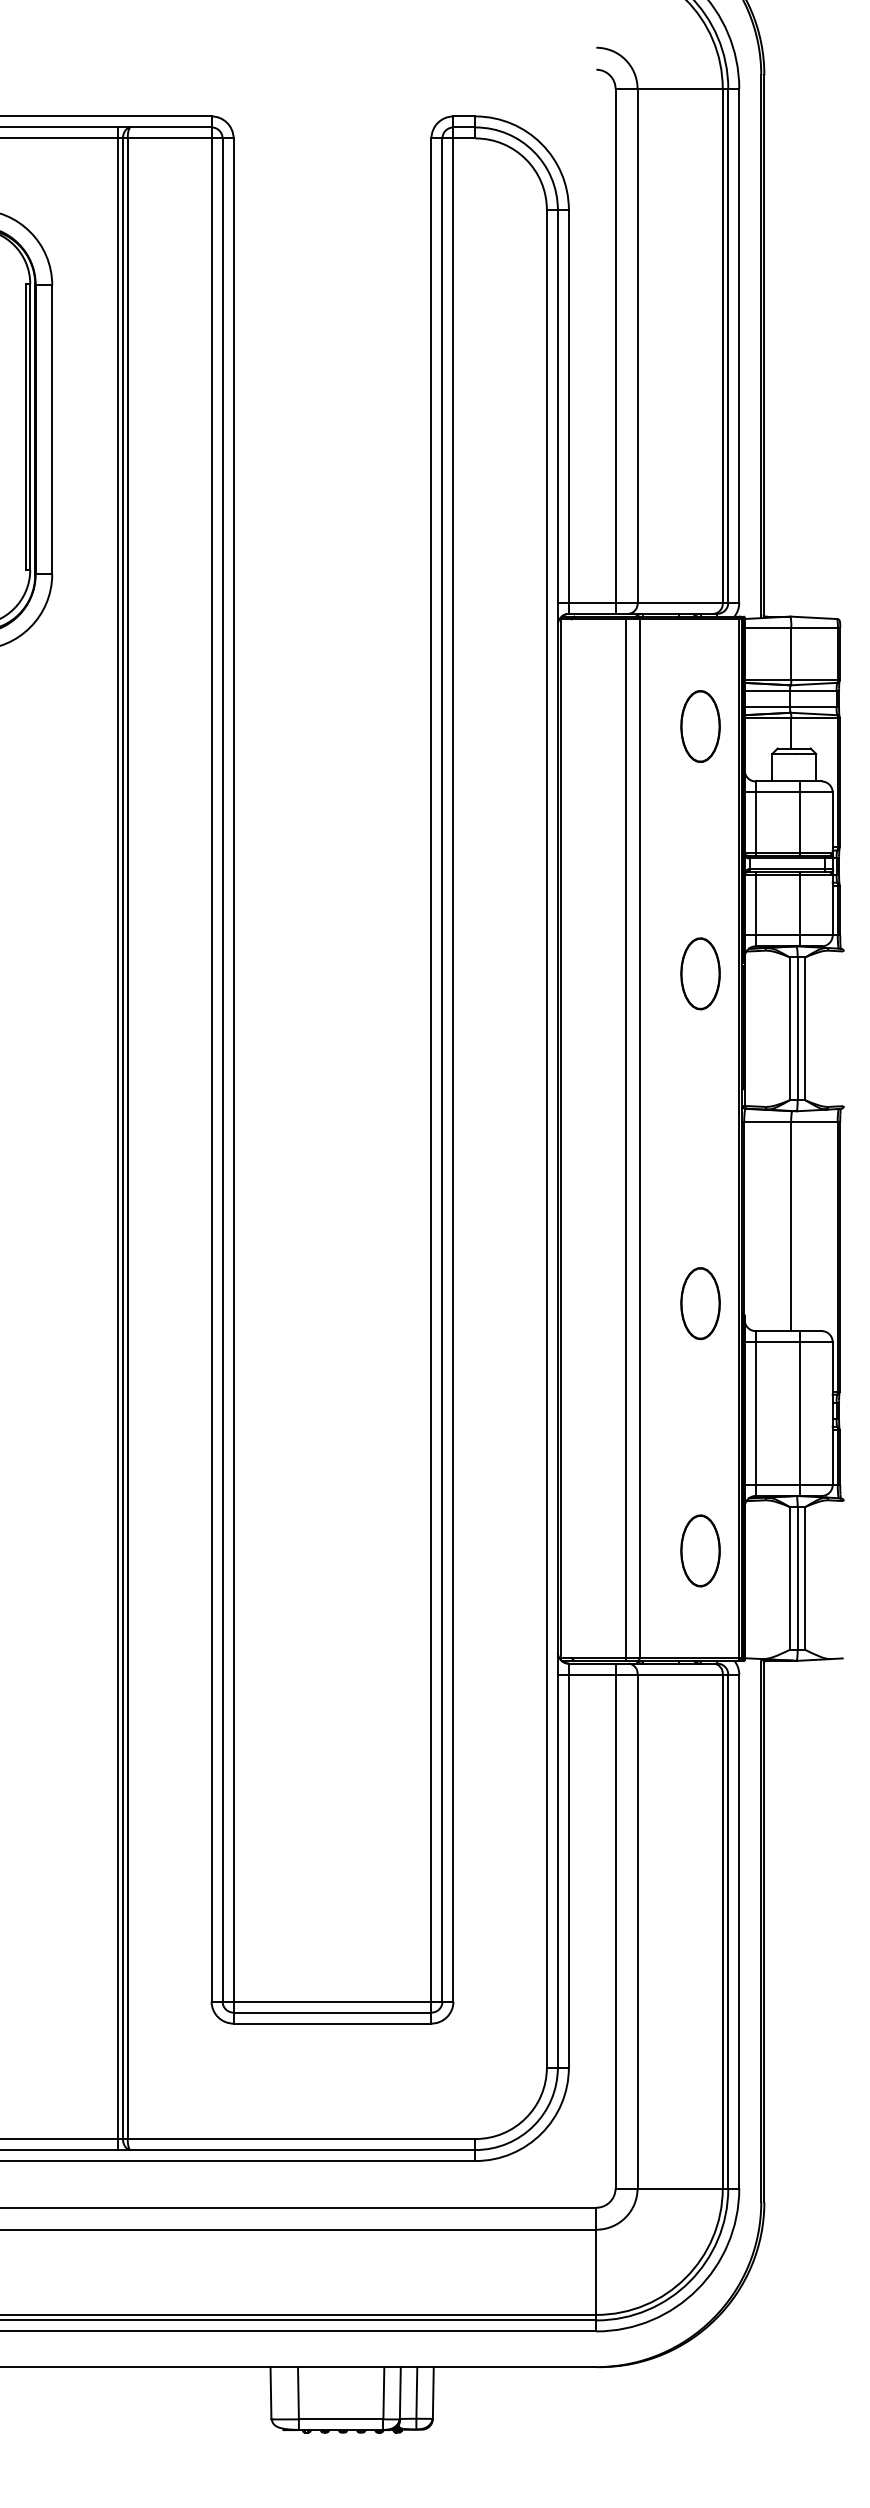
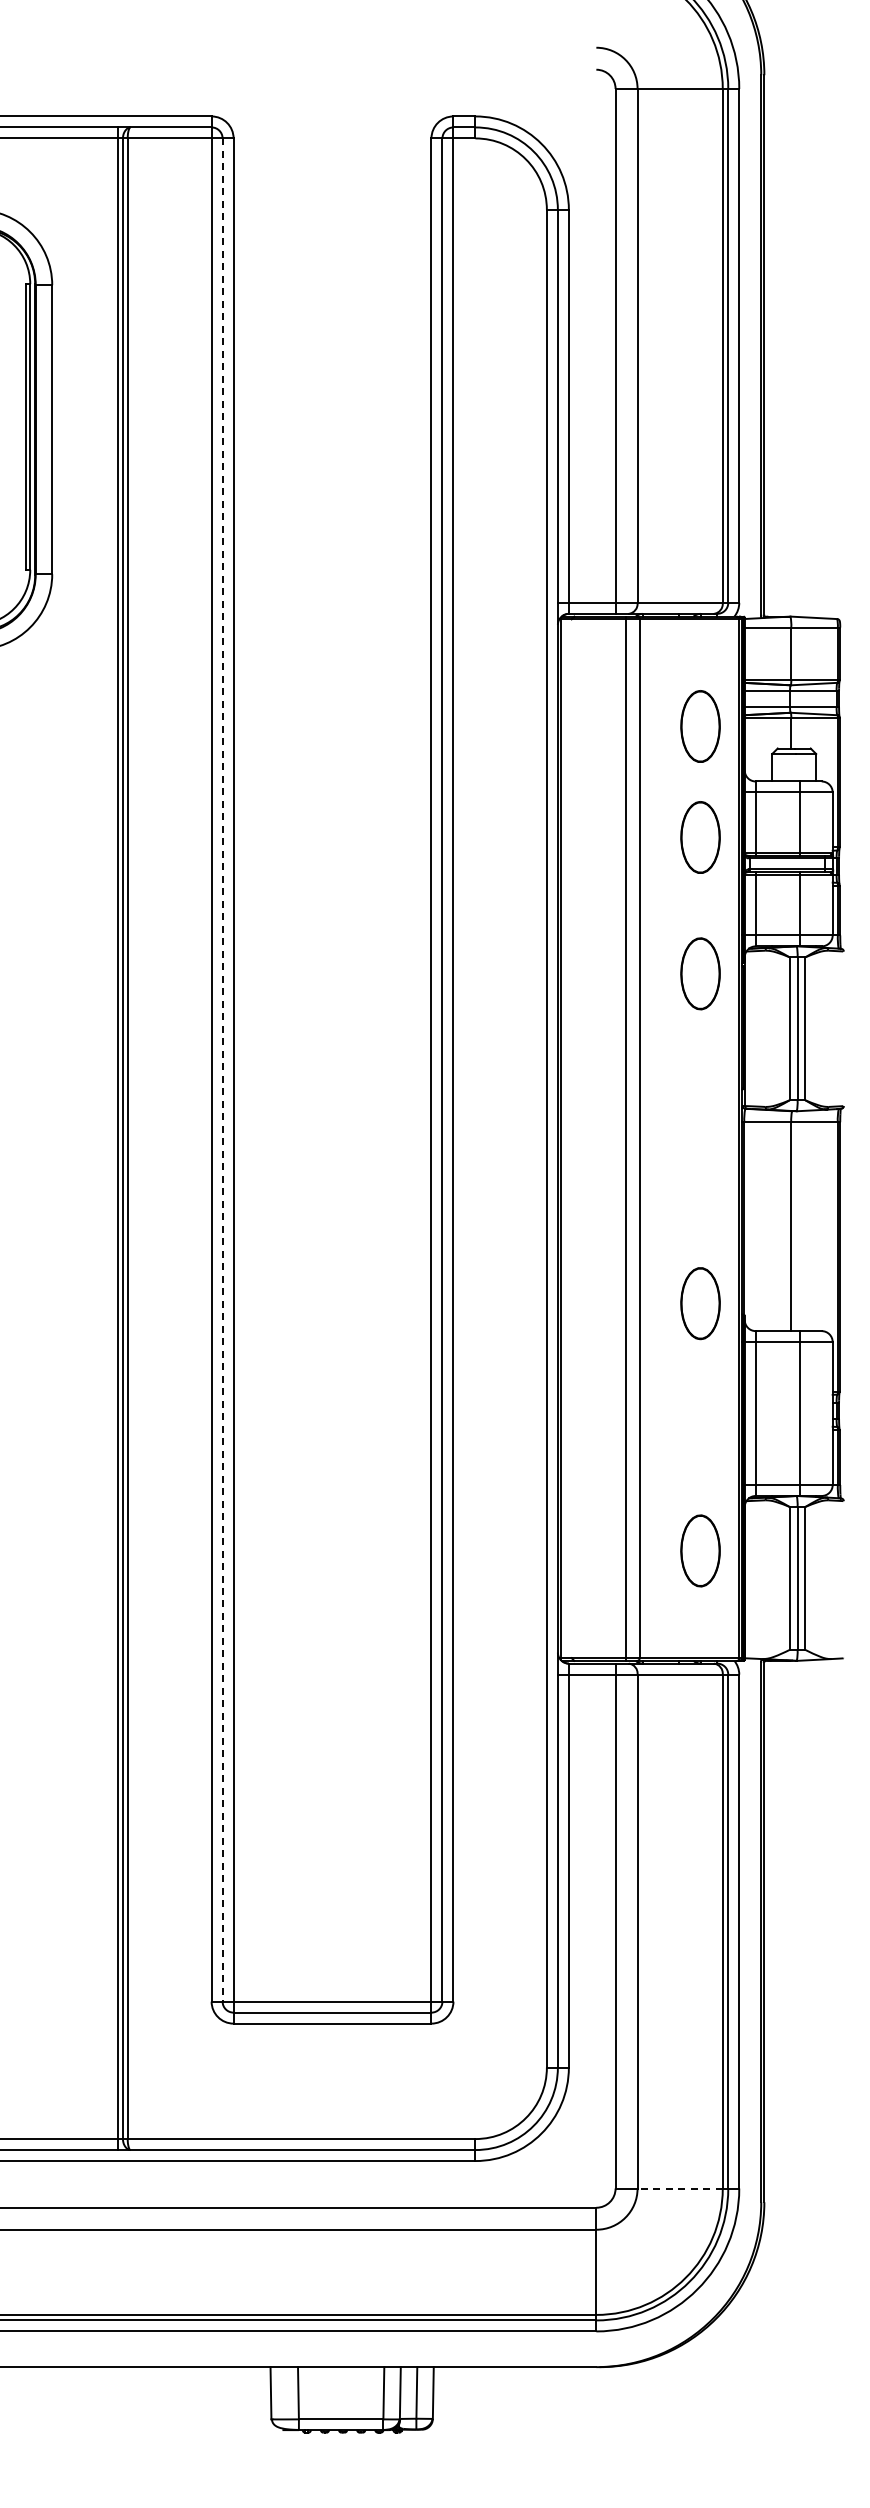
part at (700, 837): none -> present
line at (222, 1070): solid -> dashed
line at (680, 2188): solid -> dashed
